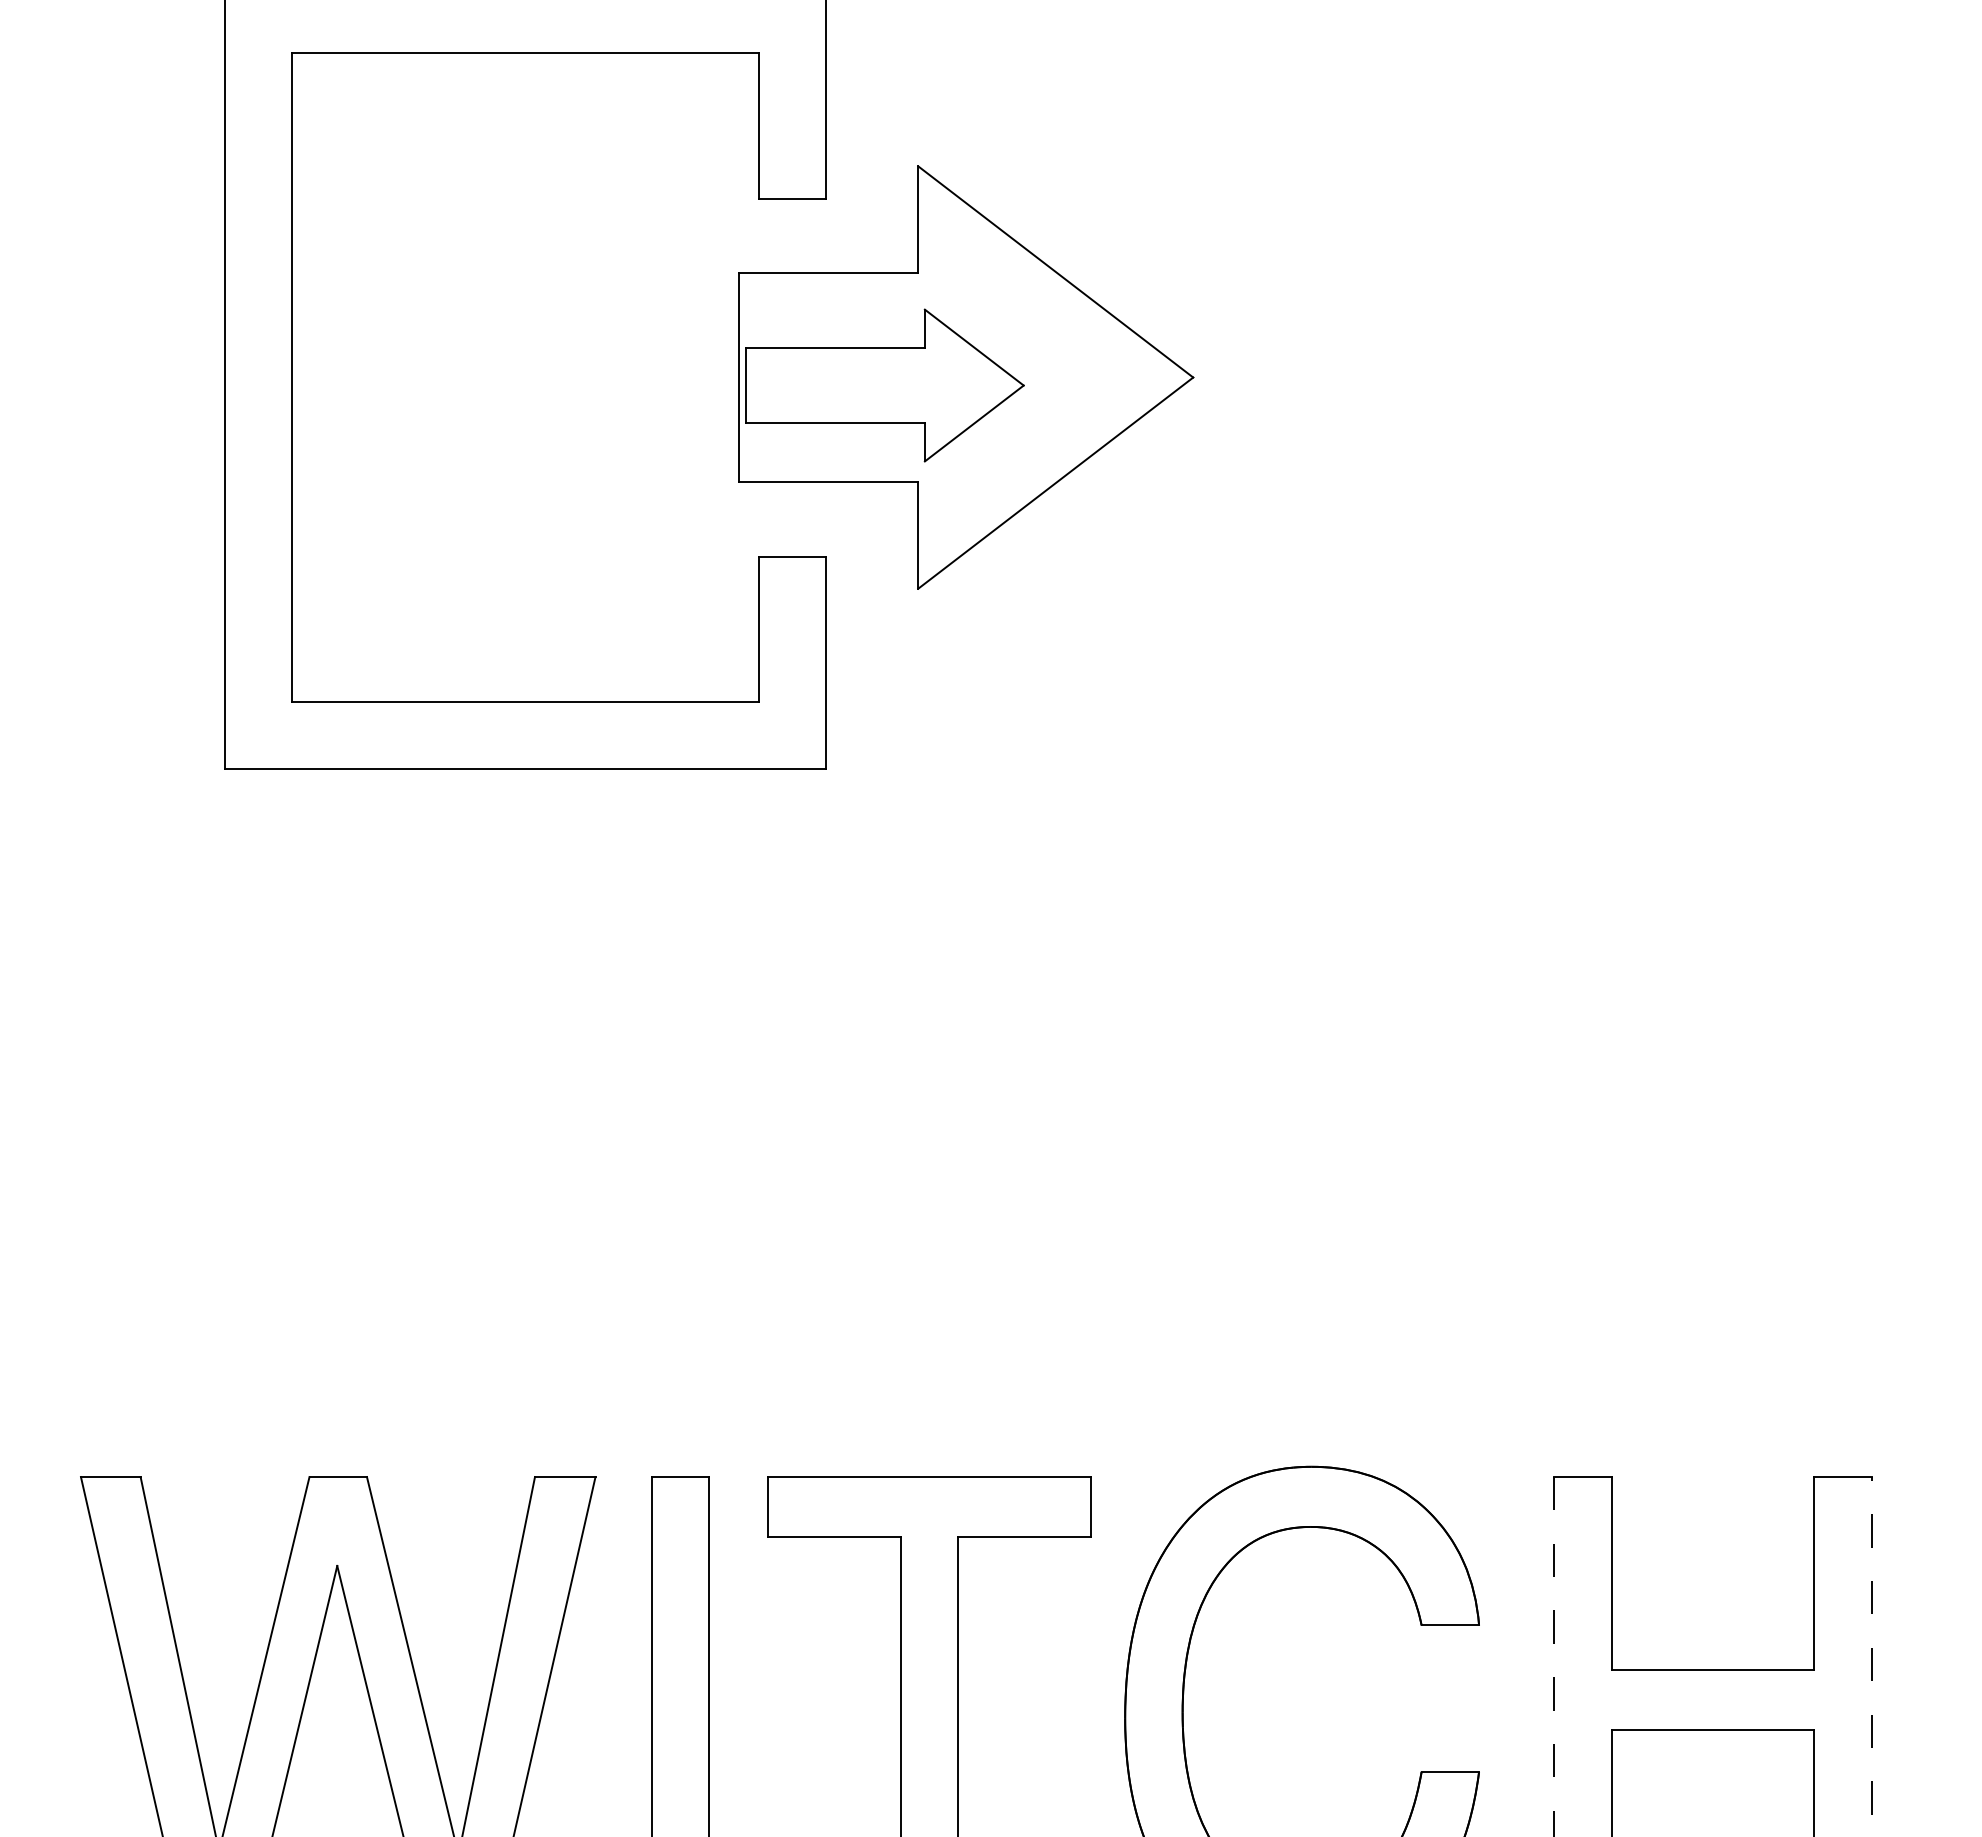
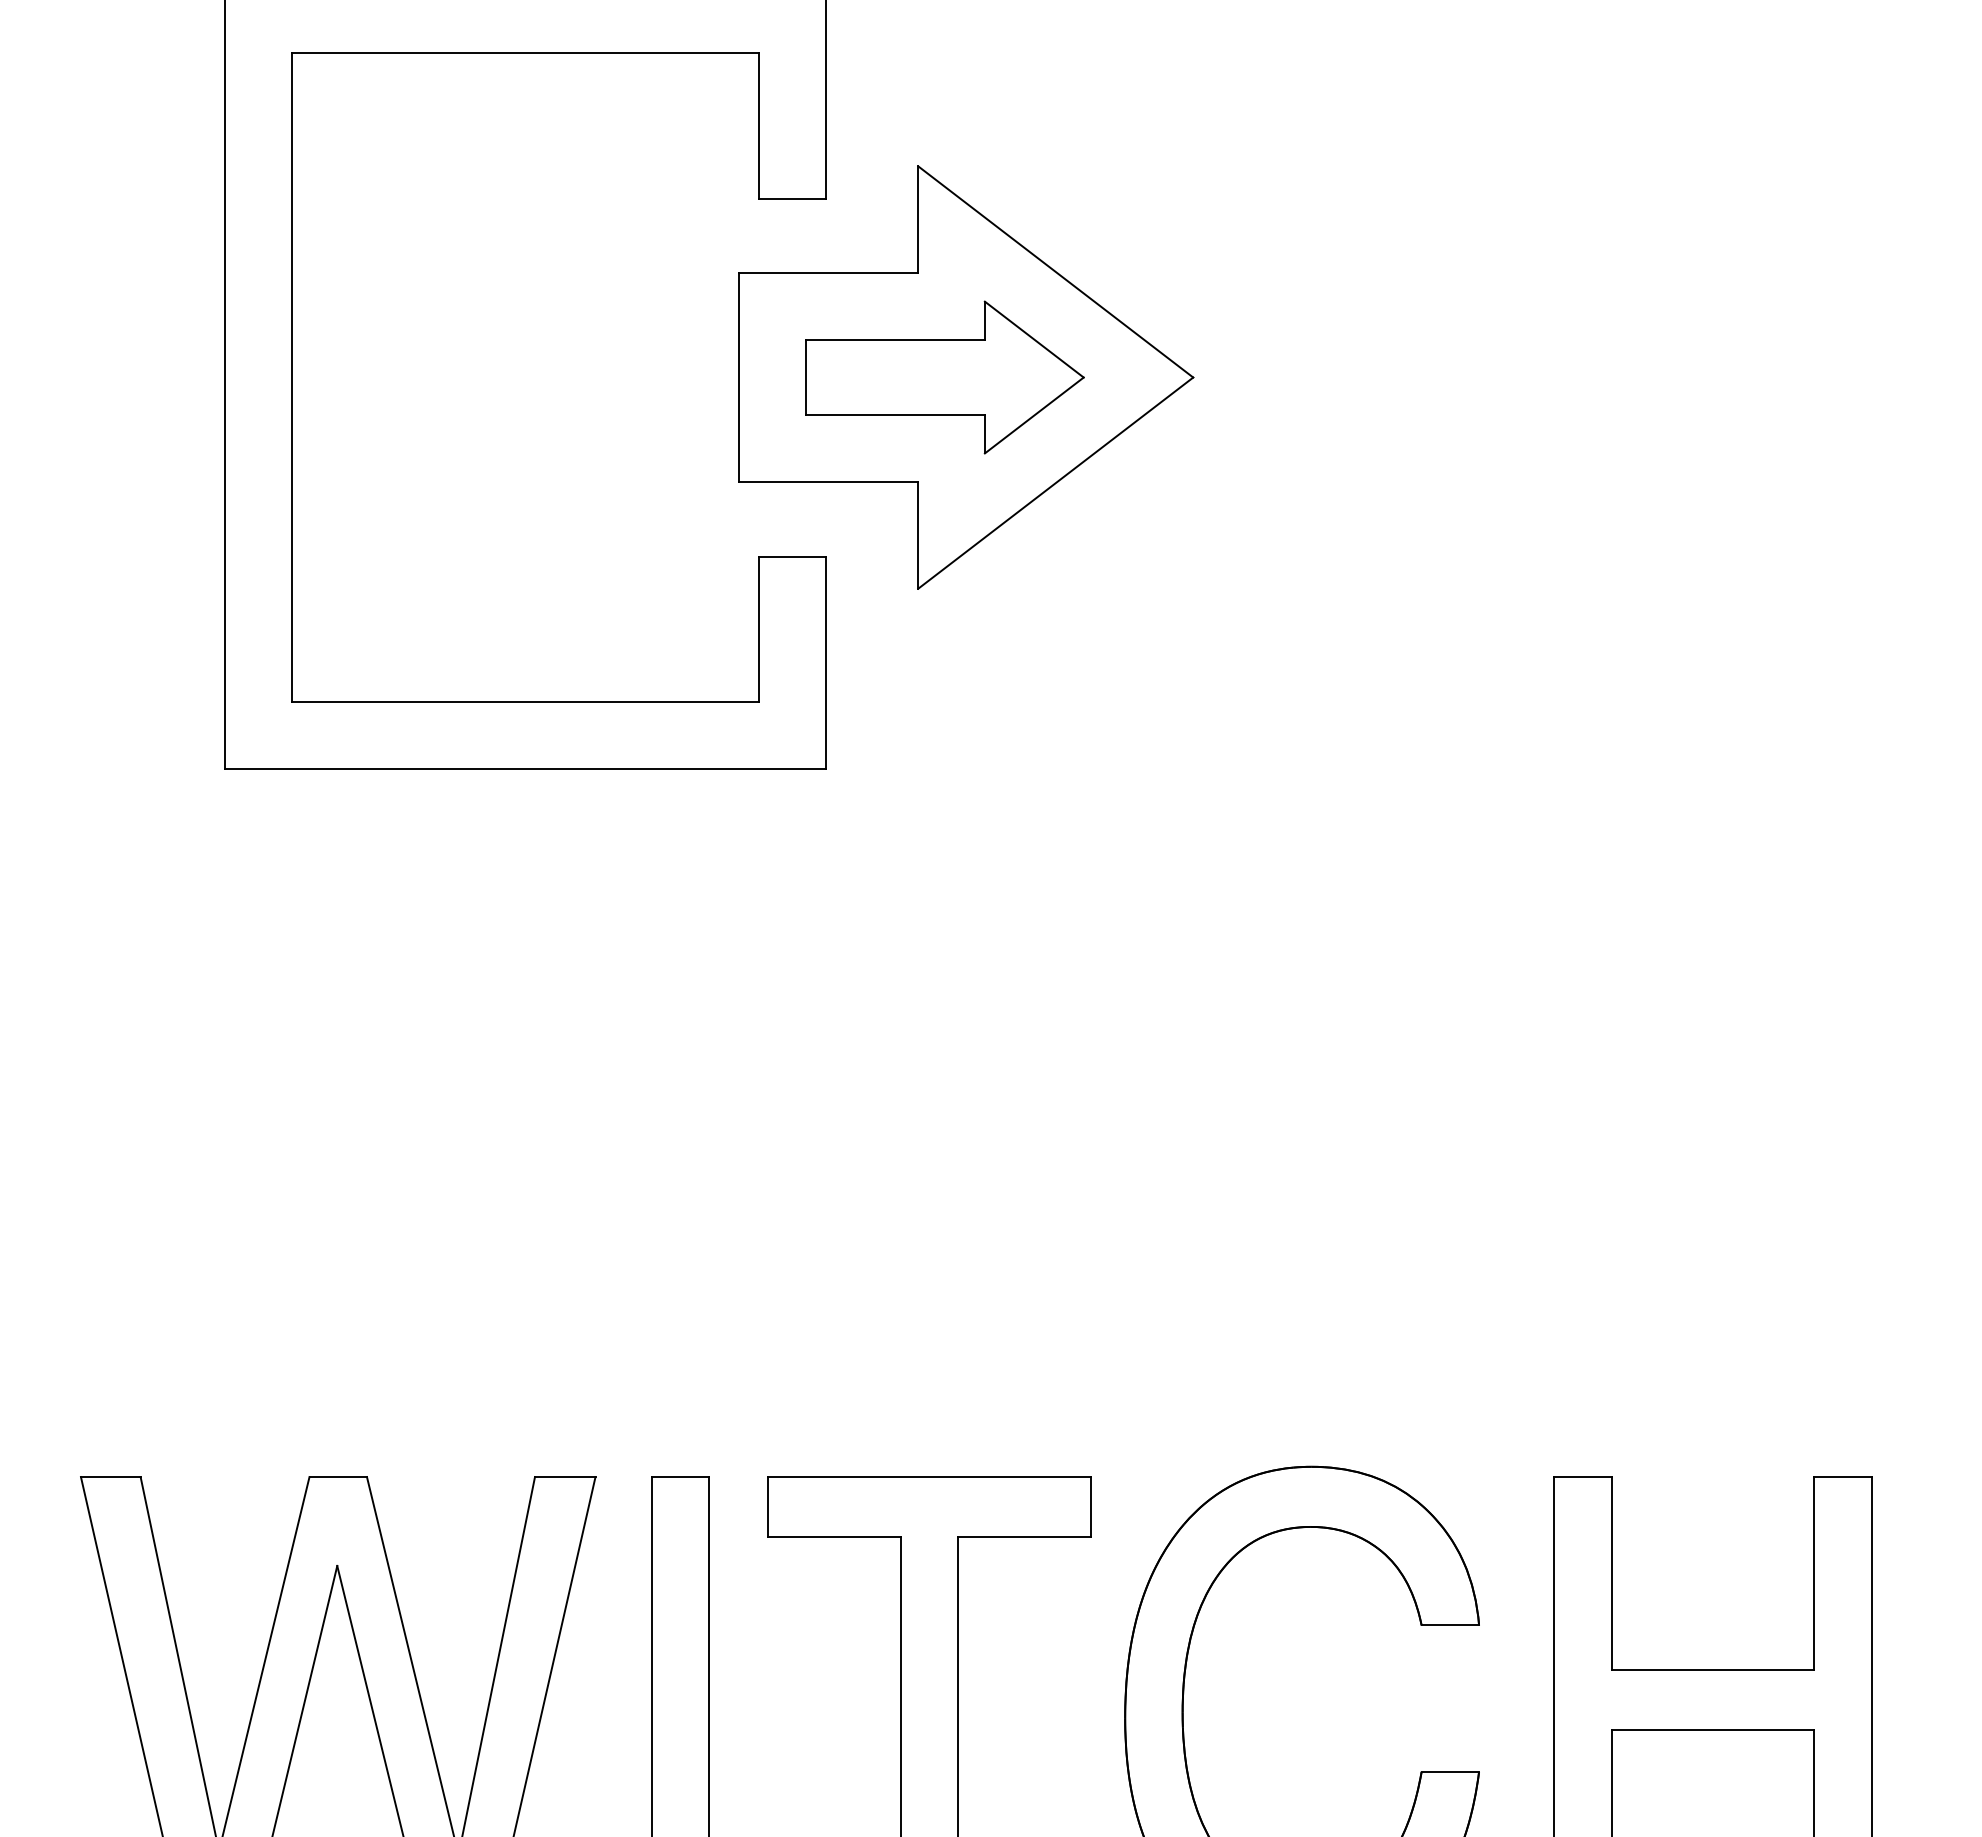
part at (884, 385) position: (884, 385) -> (944, 377)
line at (1554, 1656): dashed -> solid
line at (1871, 1656): dashed -> solid
